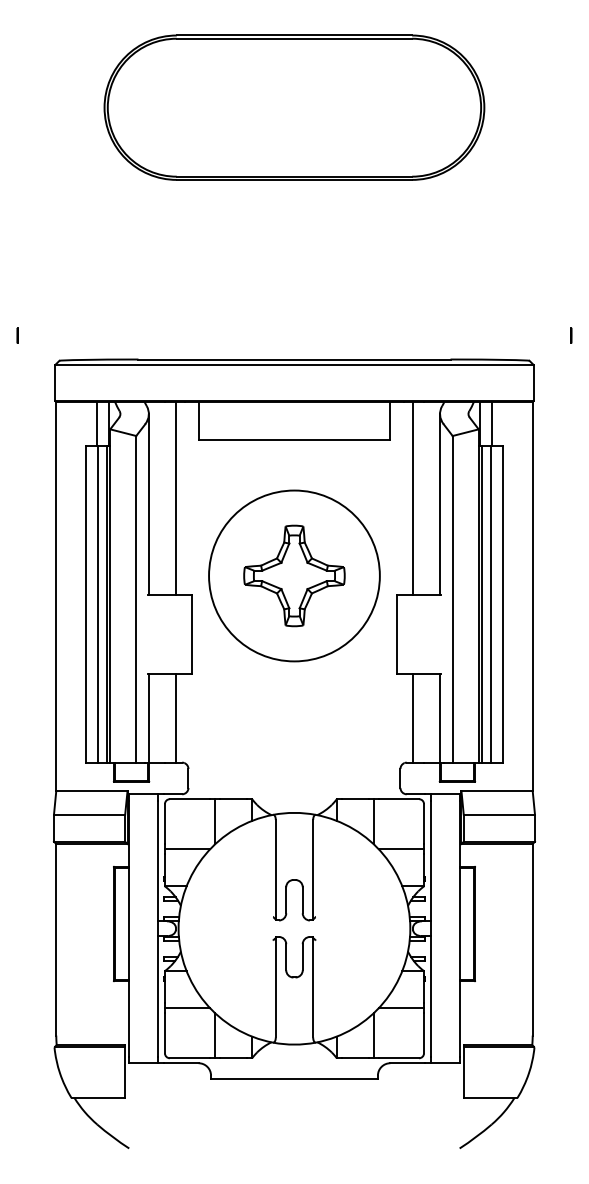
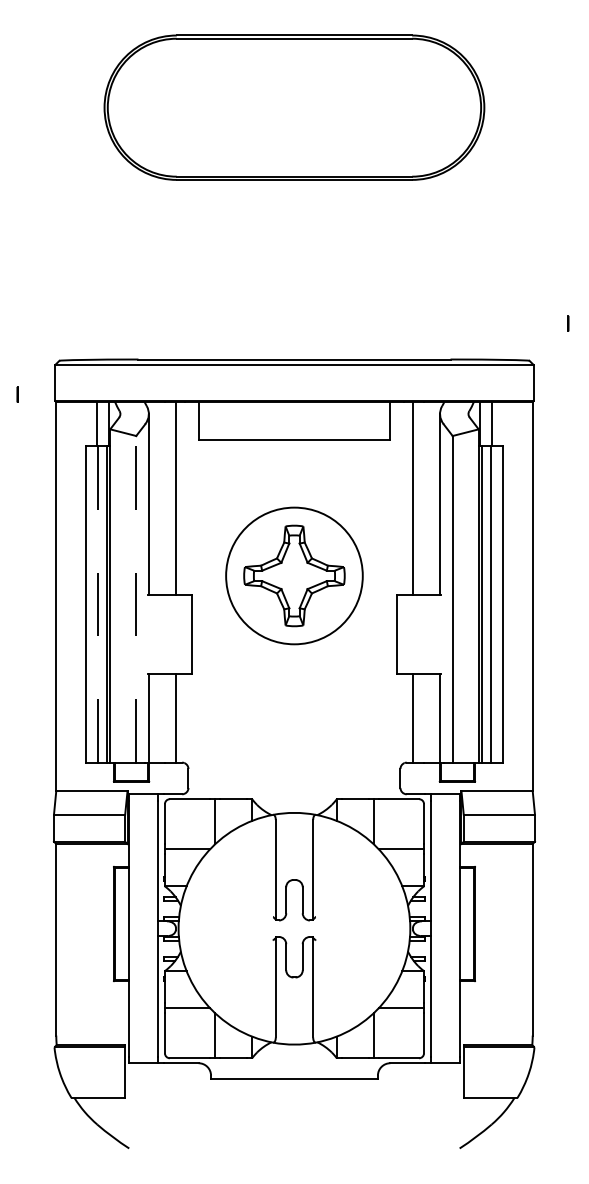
line at (17, 335) position: (17, 335) -> (17, 394)
line at (571, 335) position: (571, 335) -> (568, 323)
circle at (294, 575) diameter: 171 px -> 137 px
line at (136, 598): solid -> dashed
line at (98, 603): solid -> dashed
